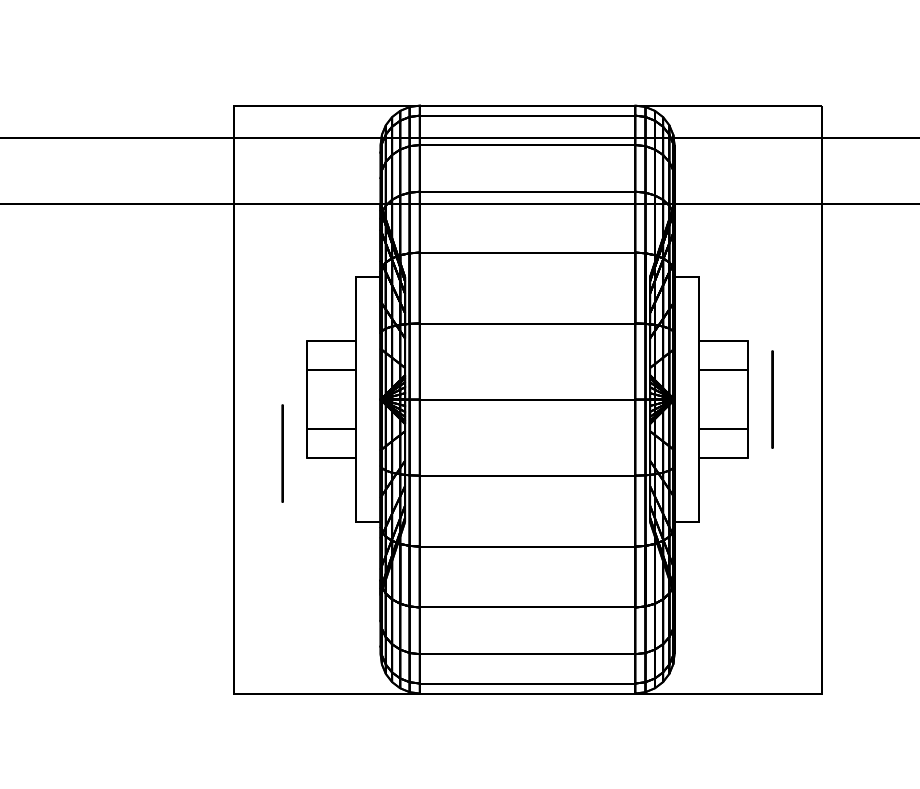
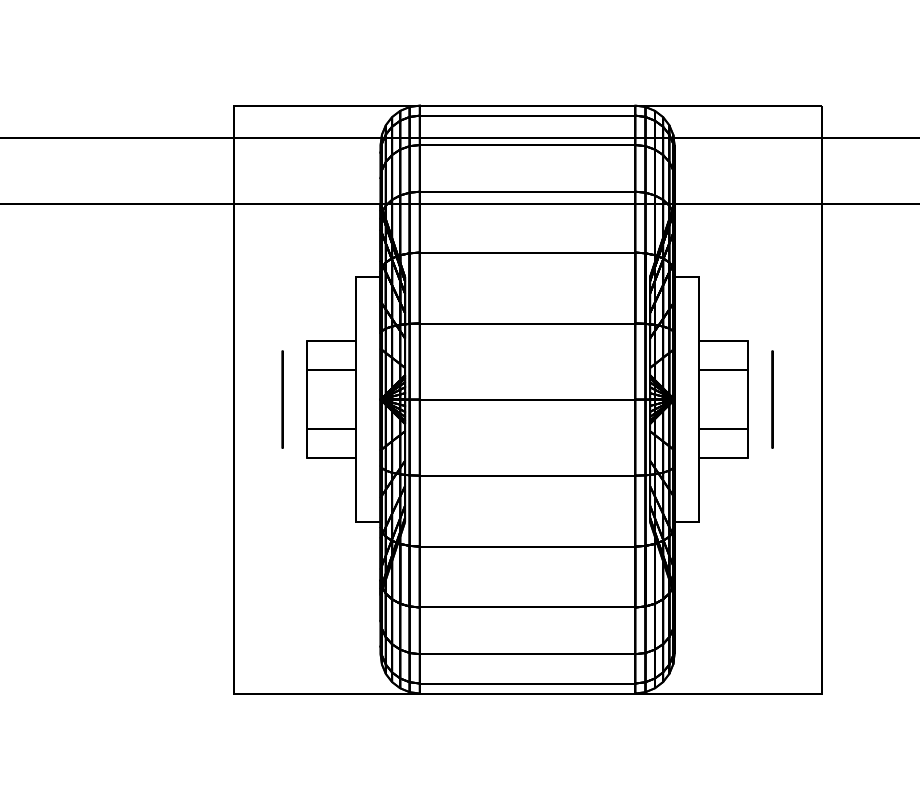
circle at (282, 453) position: (282, 453) -> (282, 399)
